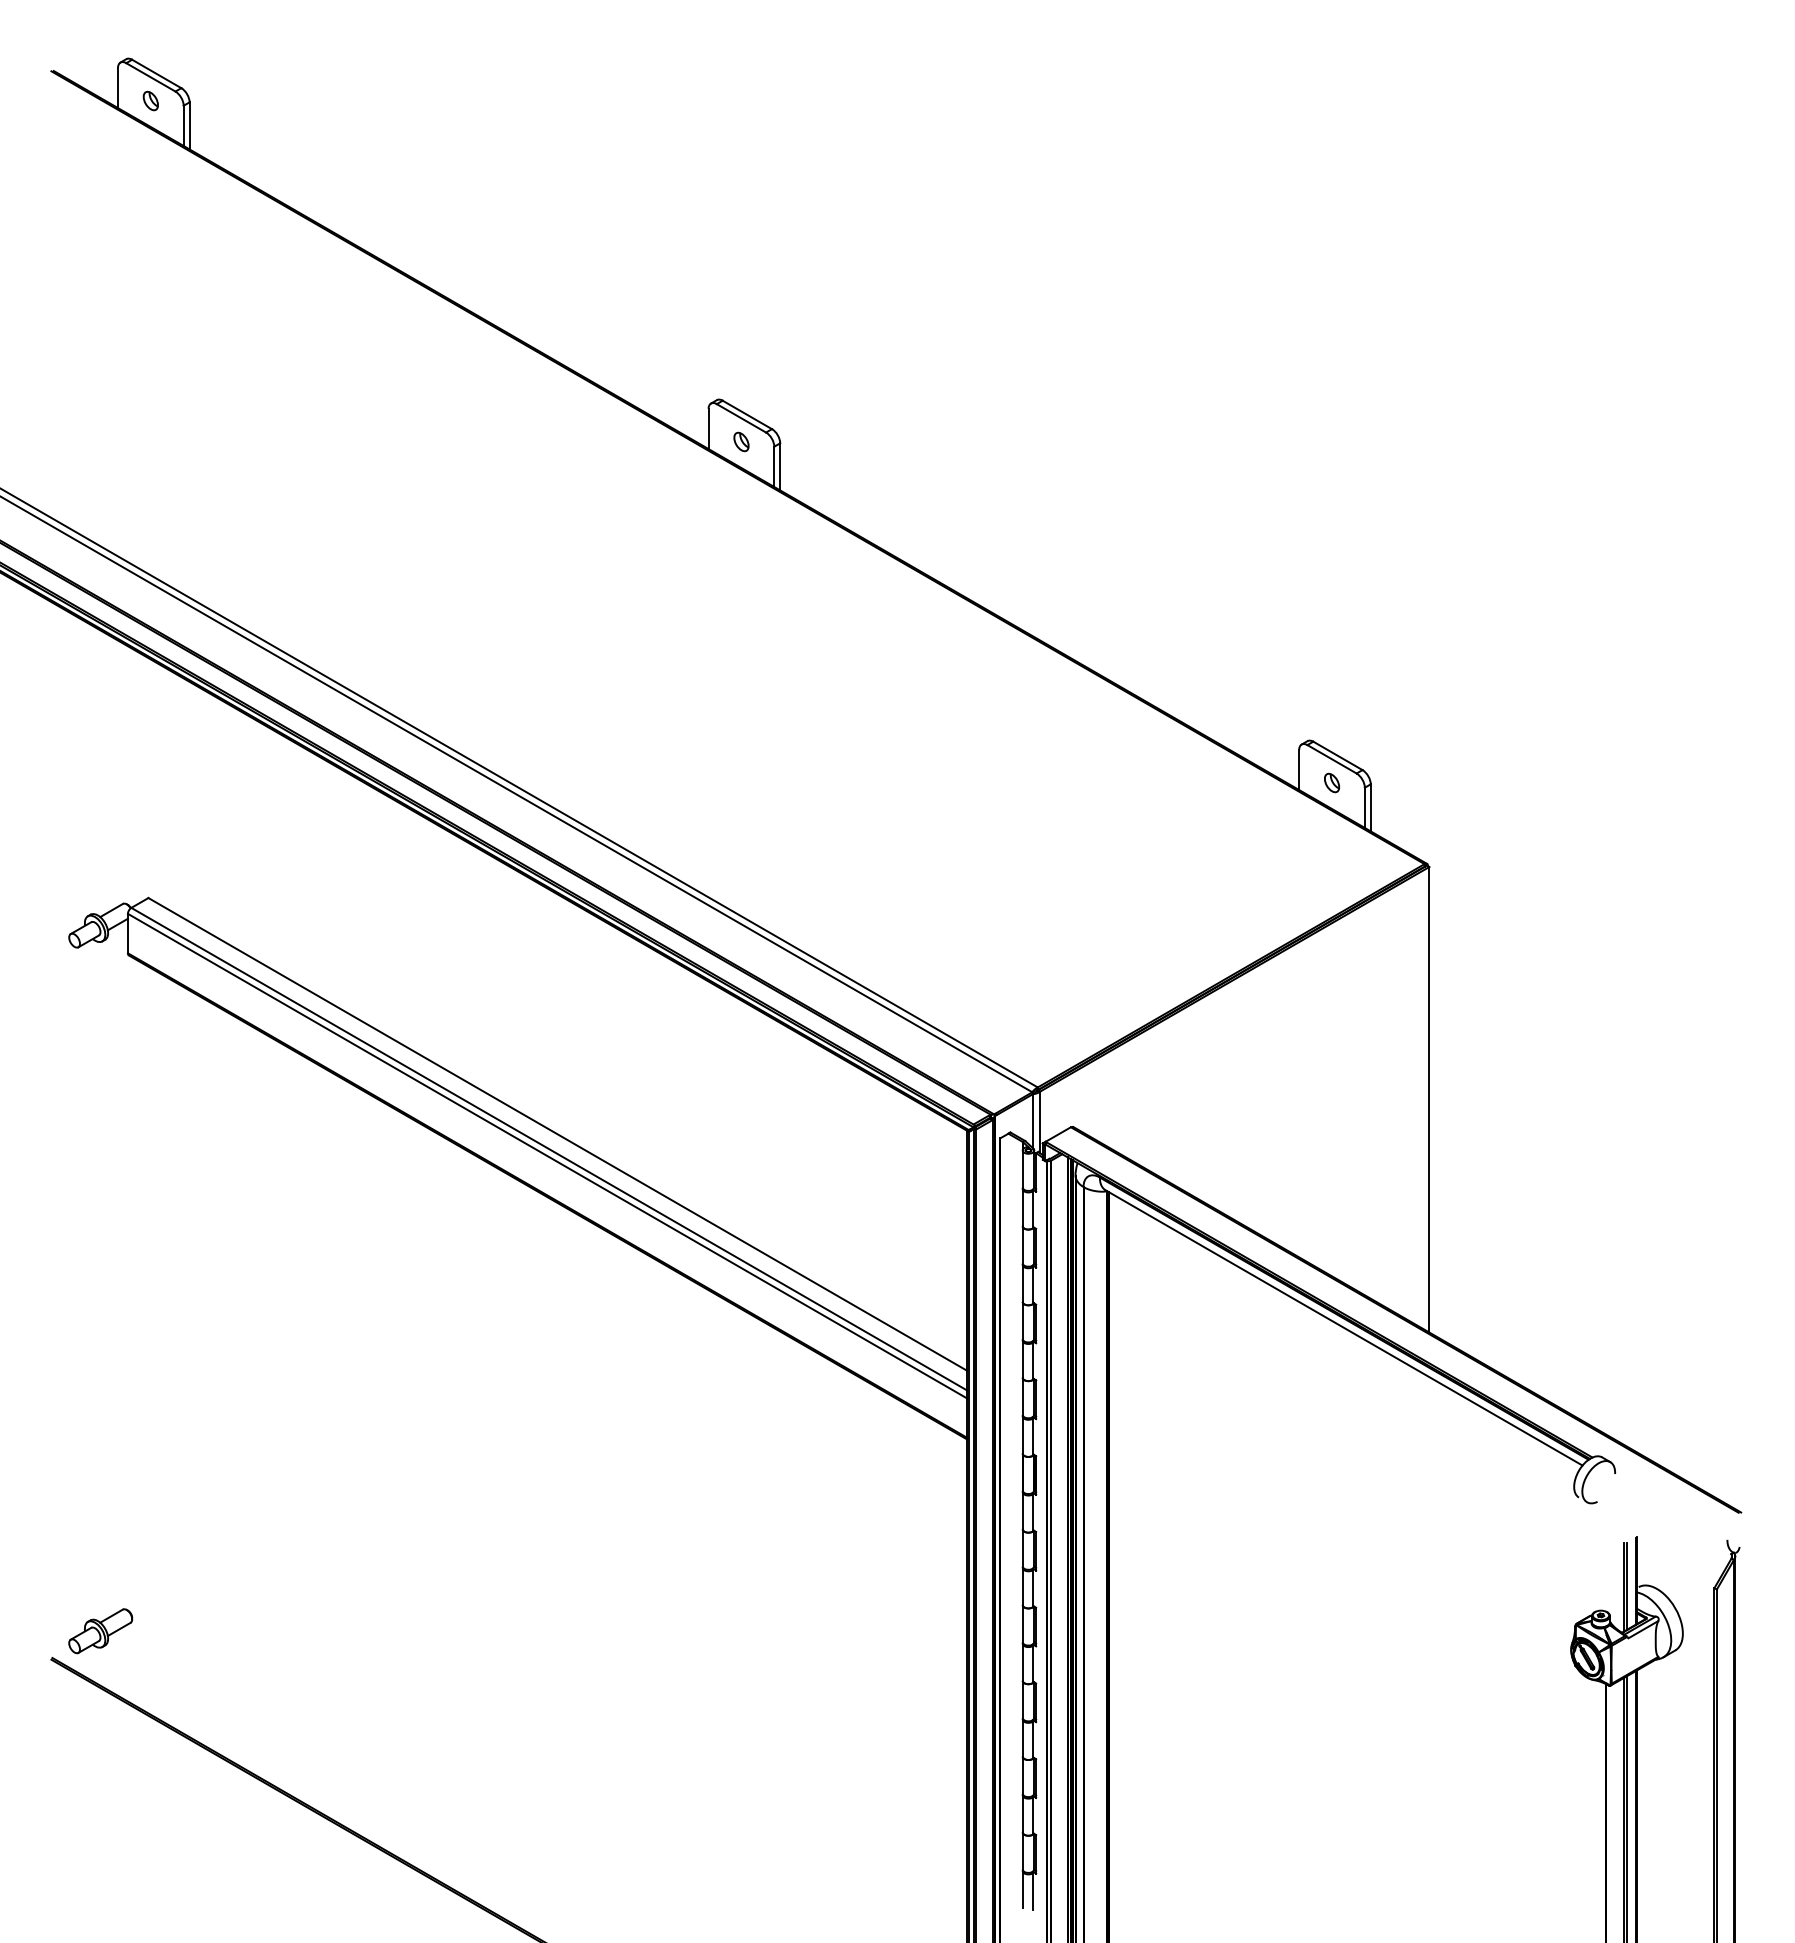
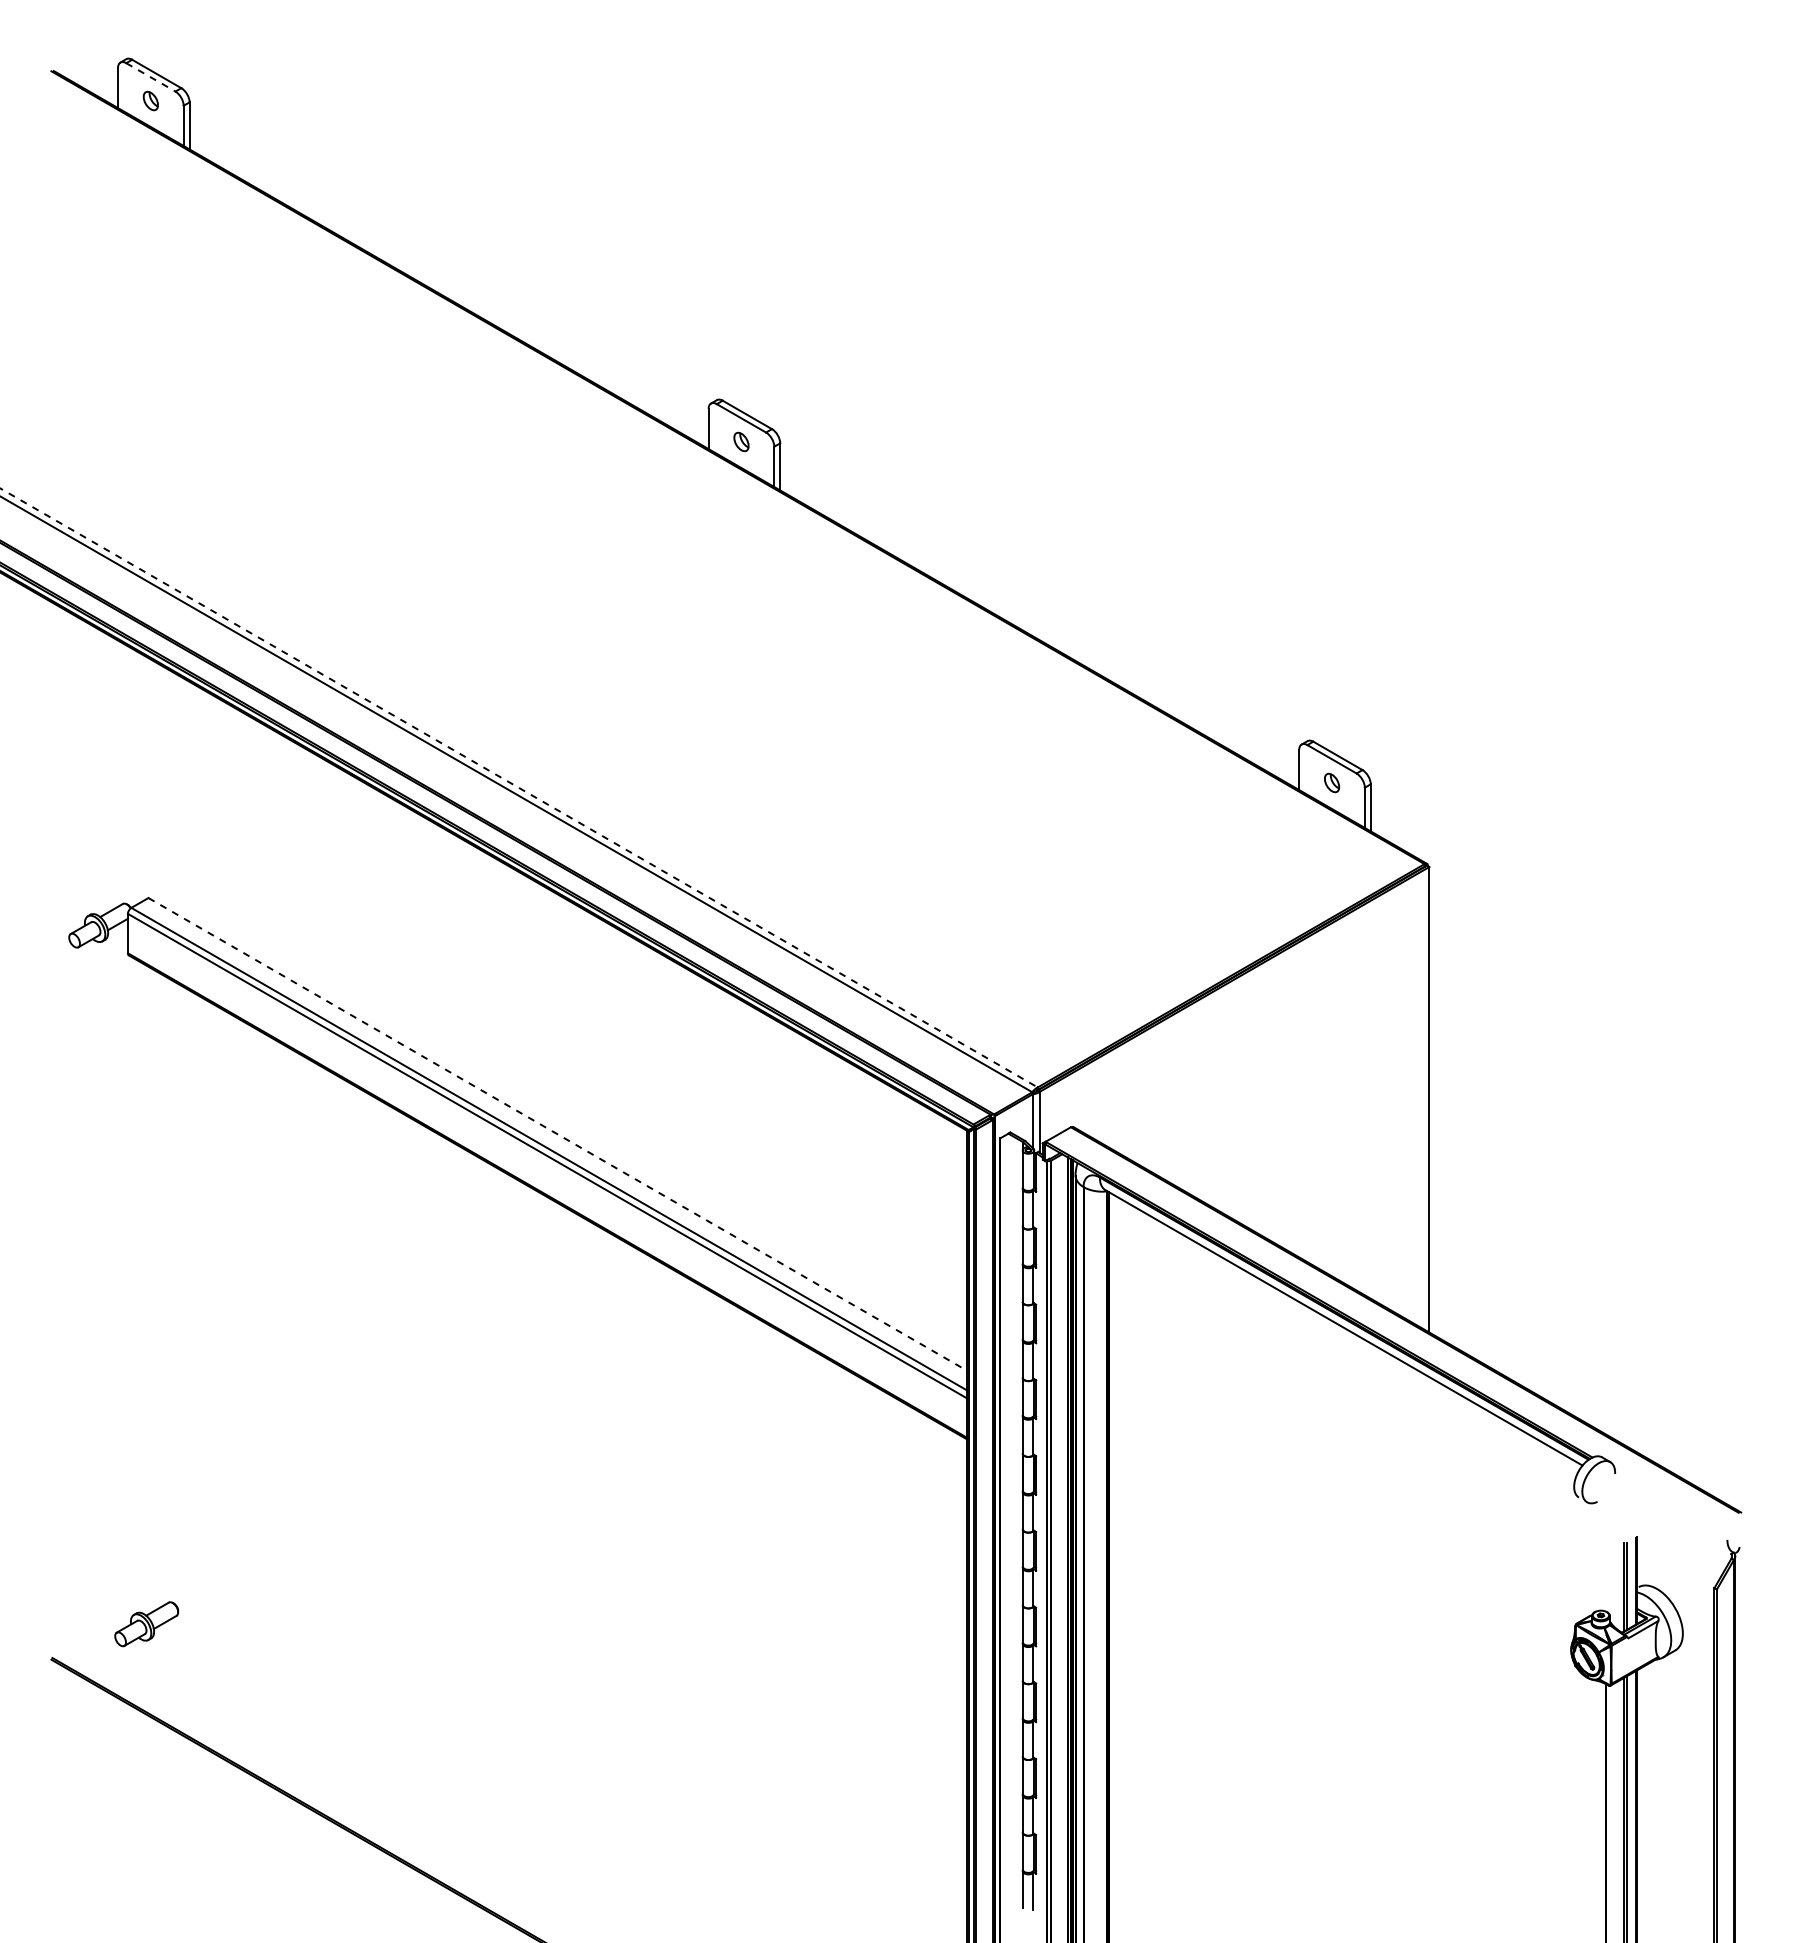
line at (151, 77): solid -> dashed
line at (519, 788): solid -> dashed
line at (557, 1134): solid -> dashed
part at (100, 1631) position: (100, 1631) -> (146, 1624)
